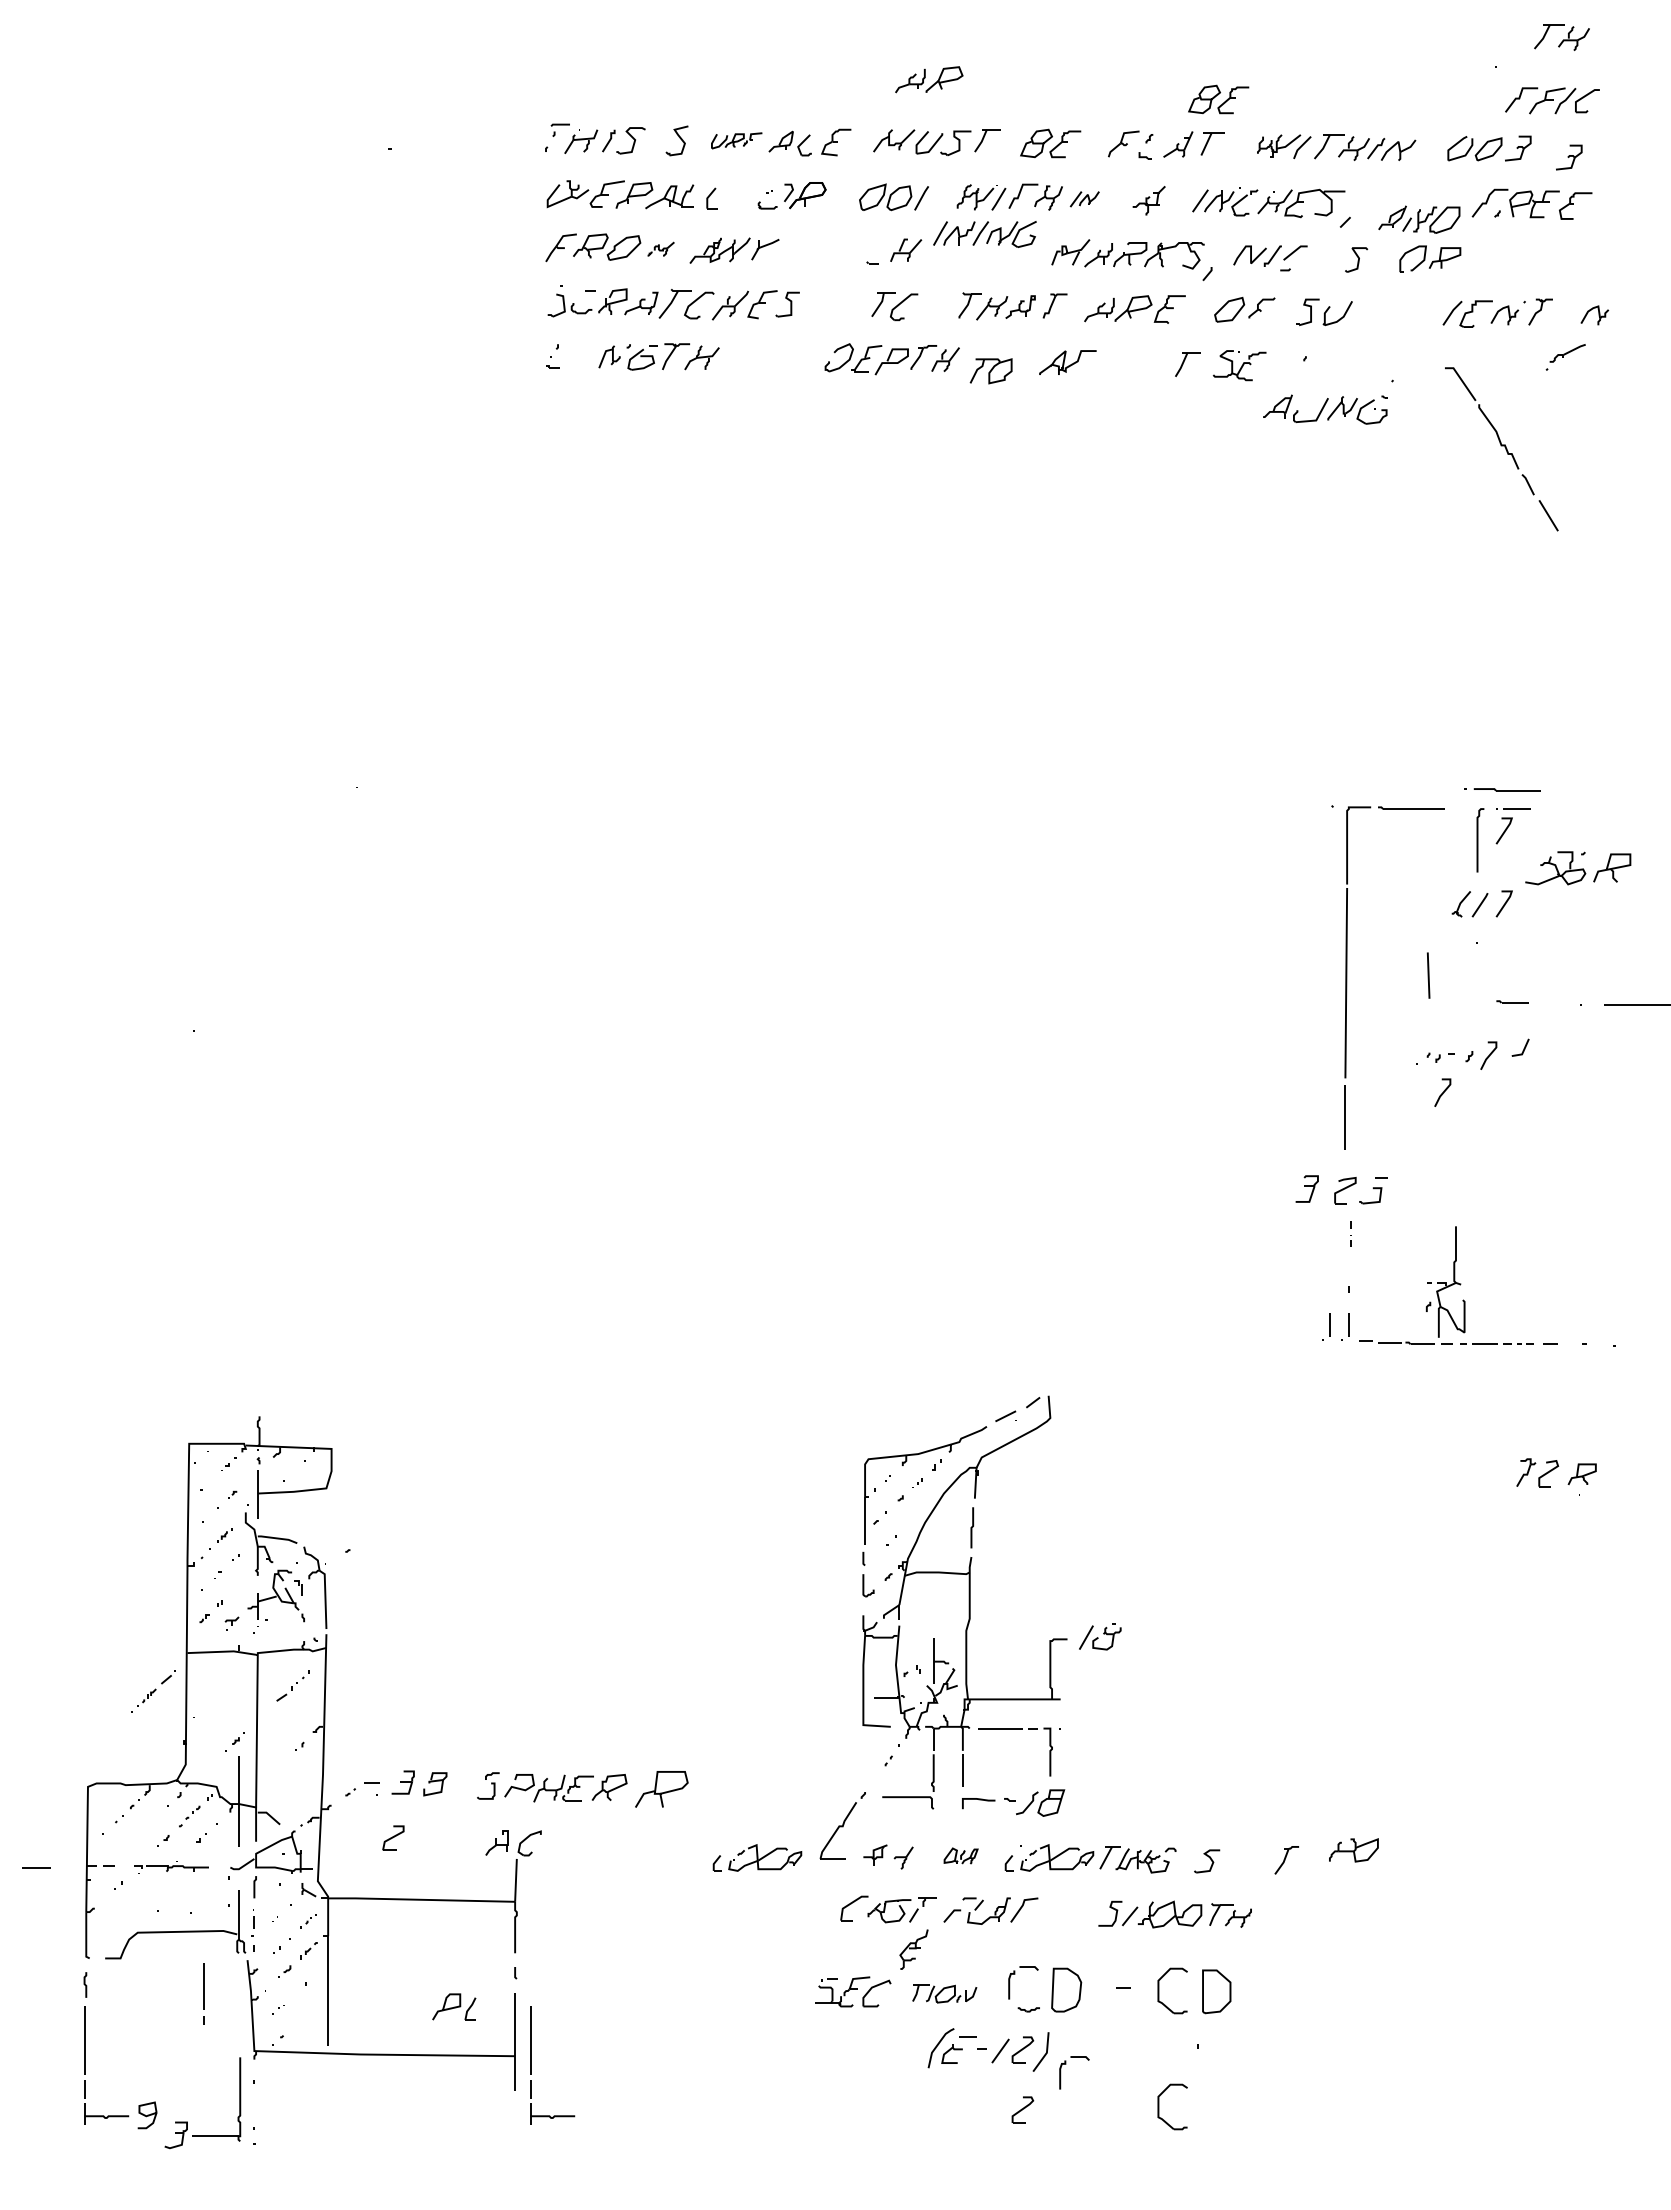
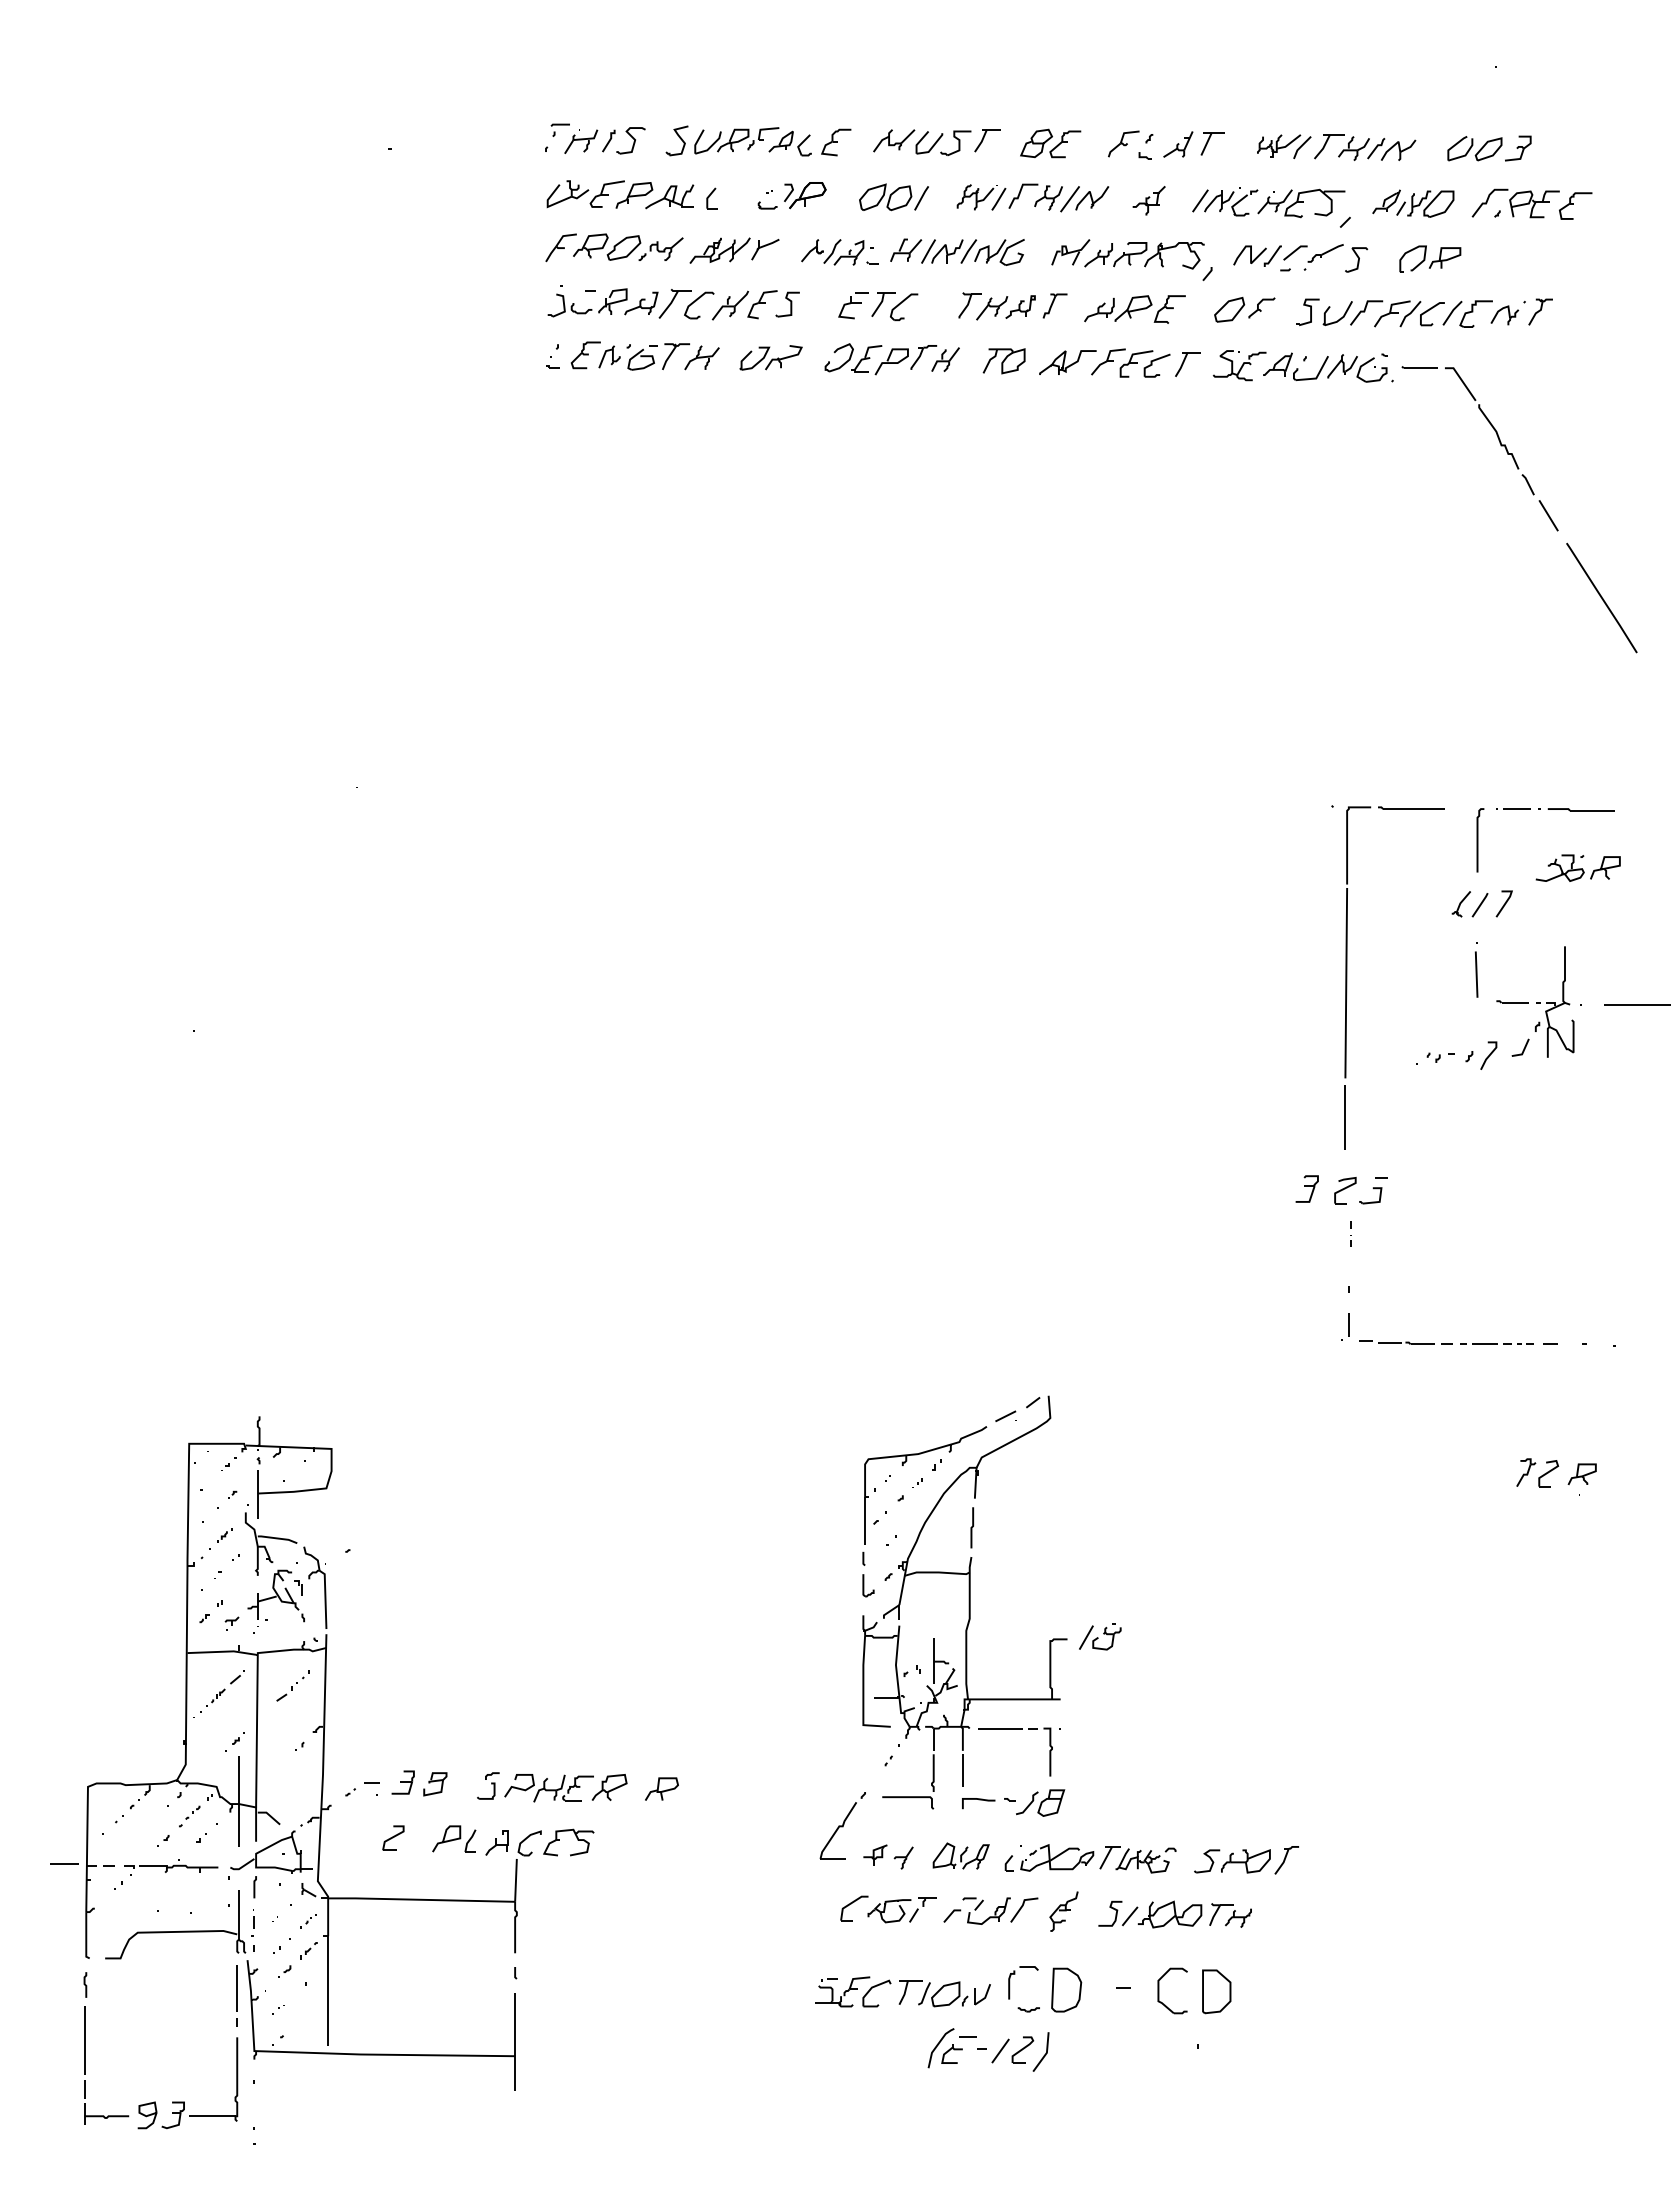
part at (1561, 37): present -> none
part at (929, 79): present -> none
part at (1218, 99): present -> none
part at (1552, 100) position: (1552, 100) -> (1397, 313)
part at (736, 140) size: 52x18 px -> 86x28 px
part at (1569, 157): present -> none
part at (1084, 199) size: 31x17 px -> 50x27 px
part at (1419, 219) position: (1419, 219) -> (1413, 203)
part at (984, 234) position: (984, 234) -> (972, 252)
part at (660, 248) size: 28x16 px -> 46x24 px
part at (837, 252): none -> present
part at (853, 305): none -> present
part at (1594, 315): present -> none
part at (585, 355): none -> present
part at (770, 357): none -> present
part at (1565, 357) position: (1565, 357) -> (1323, 257)
part at (1130, 362): none -> present
line at (1419, 367): none -> present
part at (990, 371) position: (990, 371) -> (1003, 361)
part at (1325, 409) position: (1325, 409) -> (1325, 367)
line at (1601, 597): none -> present
part at (1502, 789) position: (1502, 789) -> (1576, 809)
line at (1504, 830): present -> none
part at (1578, 868) size: 107x35 px -> 86x28 px
line at (1428, 975) position: (1428, 975) -> (1476, 974)
line at (1442, 1092): present -> none
part at (1445, 1281) position: (1445, 1281) -> (1554, 1001)
part at (1326, 1326): present -> none
part at (153, 1691) position: (153, 1691) -> (222, 1691)
part at (661, 1789) size: 54x37 px -> 34x24 px
part at (576, 1838): none -> present
part at (1353, 1850) position: (1353, 1850) -> (1245, 1861)
part at (960, 1855) size: 36x18 px -> 58x28 px
part at (757, 1857): present -> none
line at (36, 1867) position: (36, 1867) -> (64, 1863)
part at (171, 1867) size: 75x13 px -> 95x17 px
part at (913, 1949) position: (913, 1949) -> (1063, 1911)
line at (203, 1993) position: (203, 1993) -> (236, 1995)
part at (944, 1993) size: 66x20 px -> 93x28 px
part at (454, 2006) position: (454, 2006) -> (454, 1838)
part at (1066, 2064): present -> none
part at (531, 2065): present -> none
part at (1159, 2106): present -> none
part at (1022, 2109): present -> none
part at (187, 2121) position: (187, 2121) -> (184, 2101)
